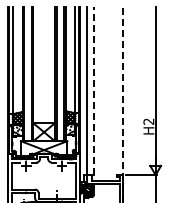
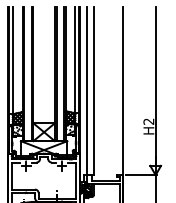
line at (94, 90): dashed -> solid
line at (122, 104): dashed -> solid
